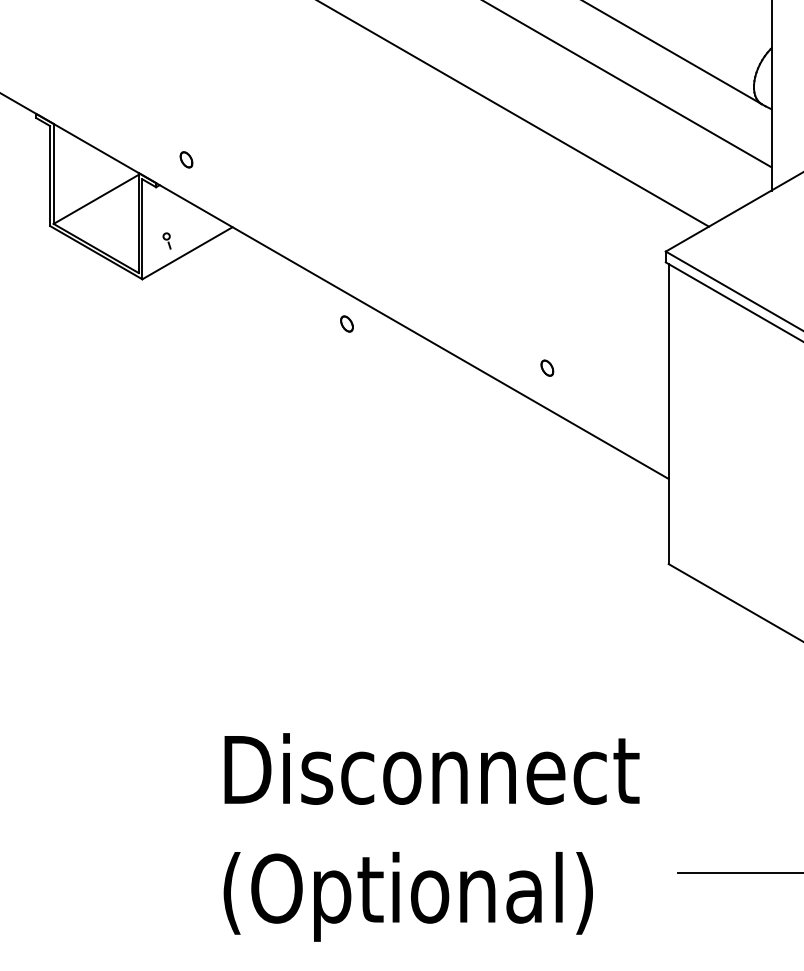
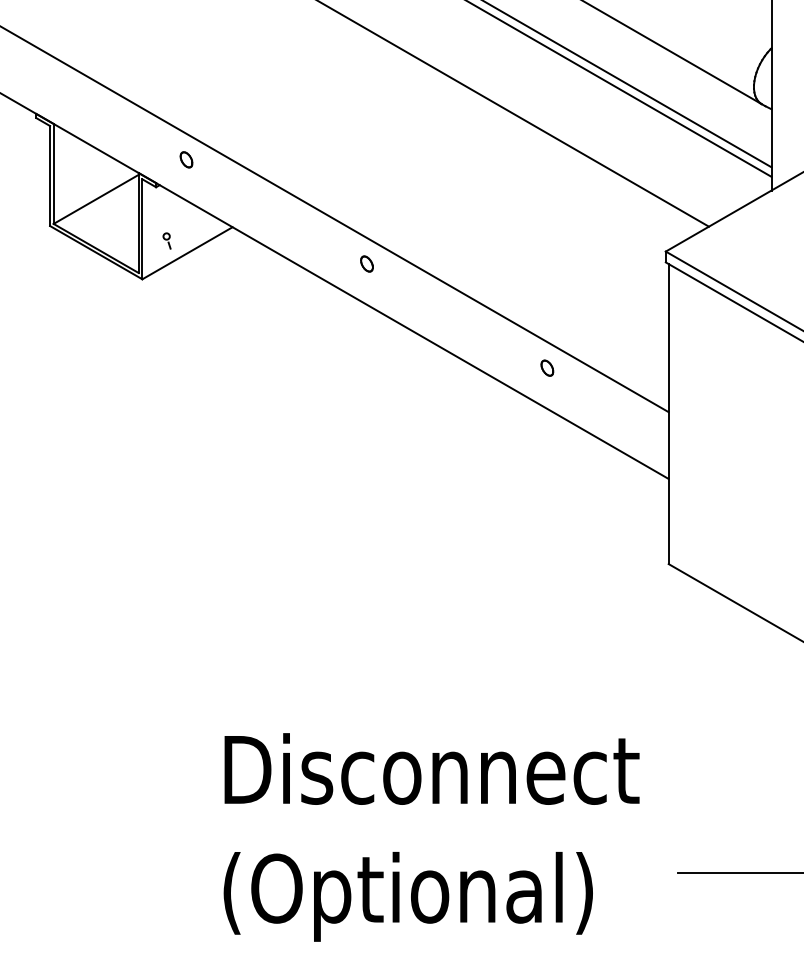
line at (620, 89): none -> present
line at (335, 219): none -> present
part at (346, 323) position: (346, 323) -> (366, 263)
